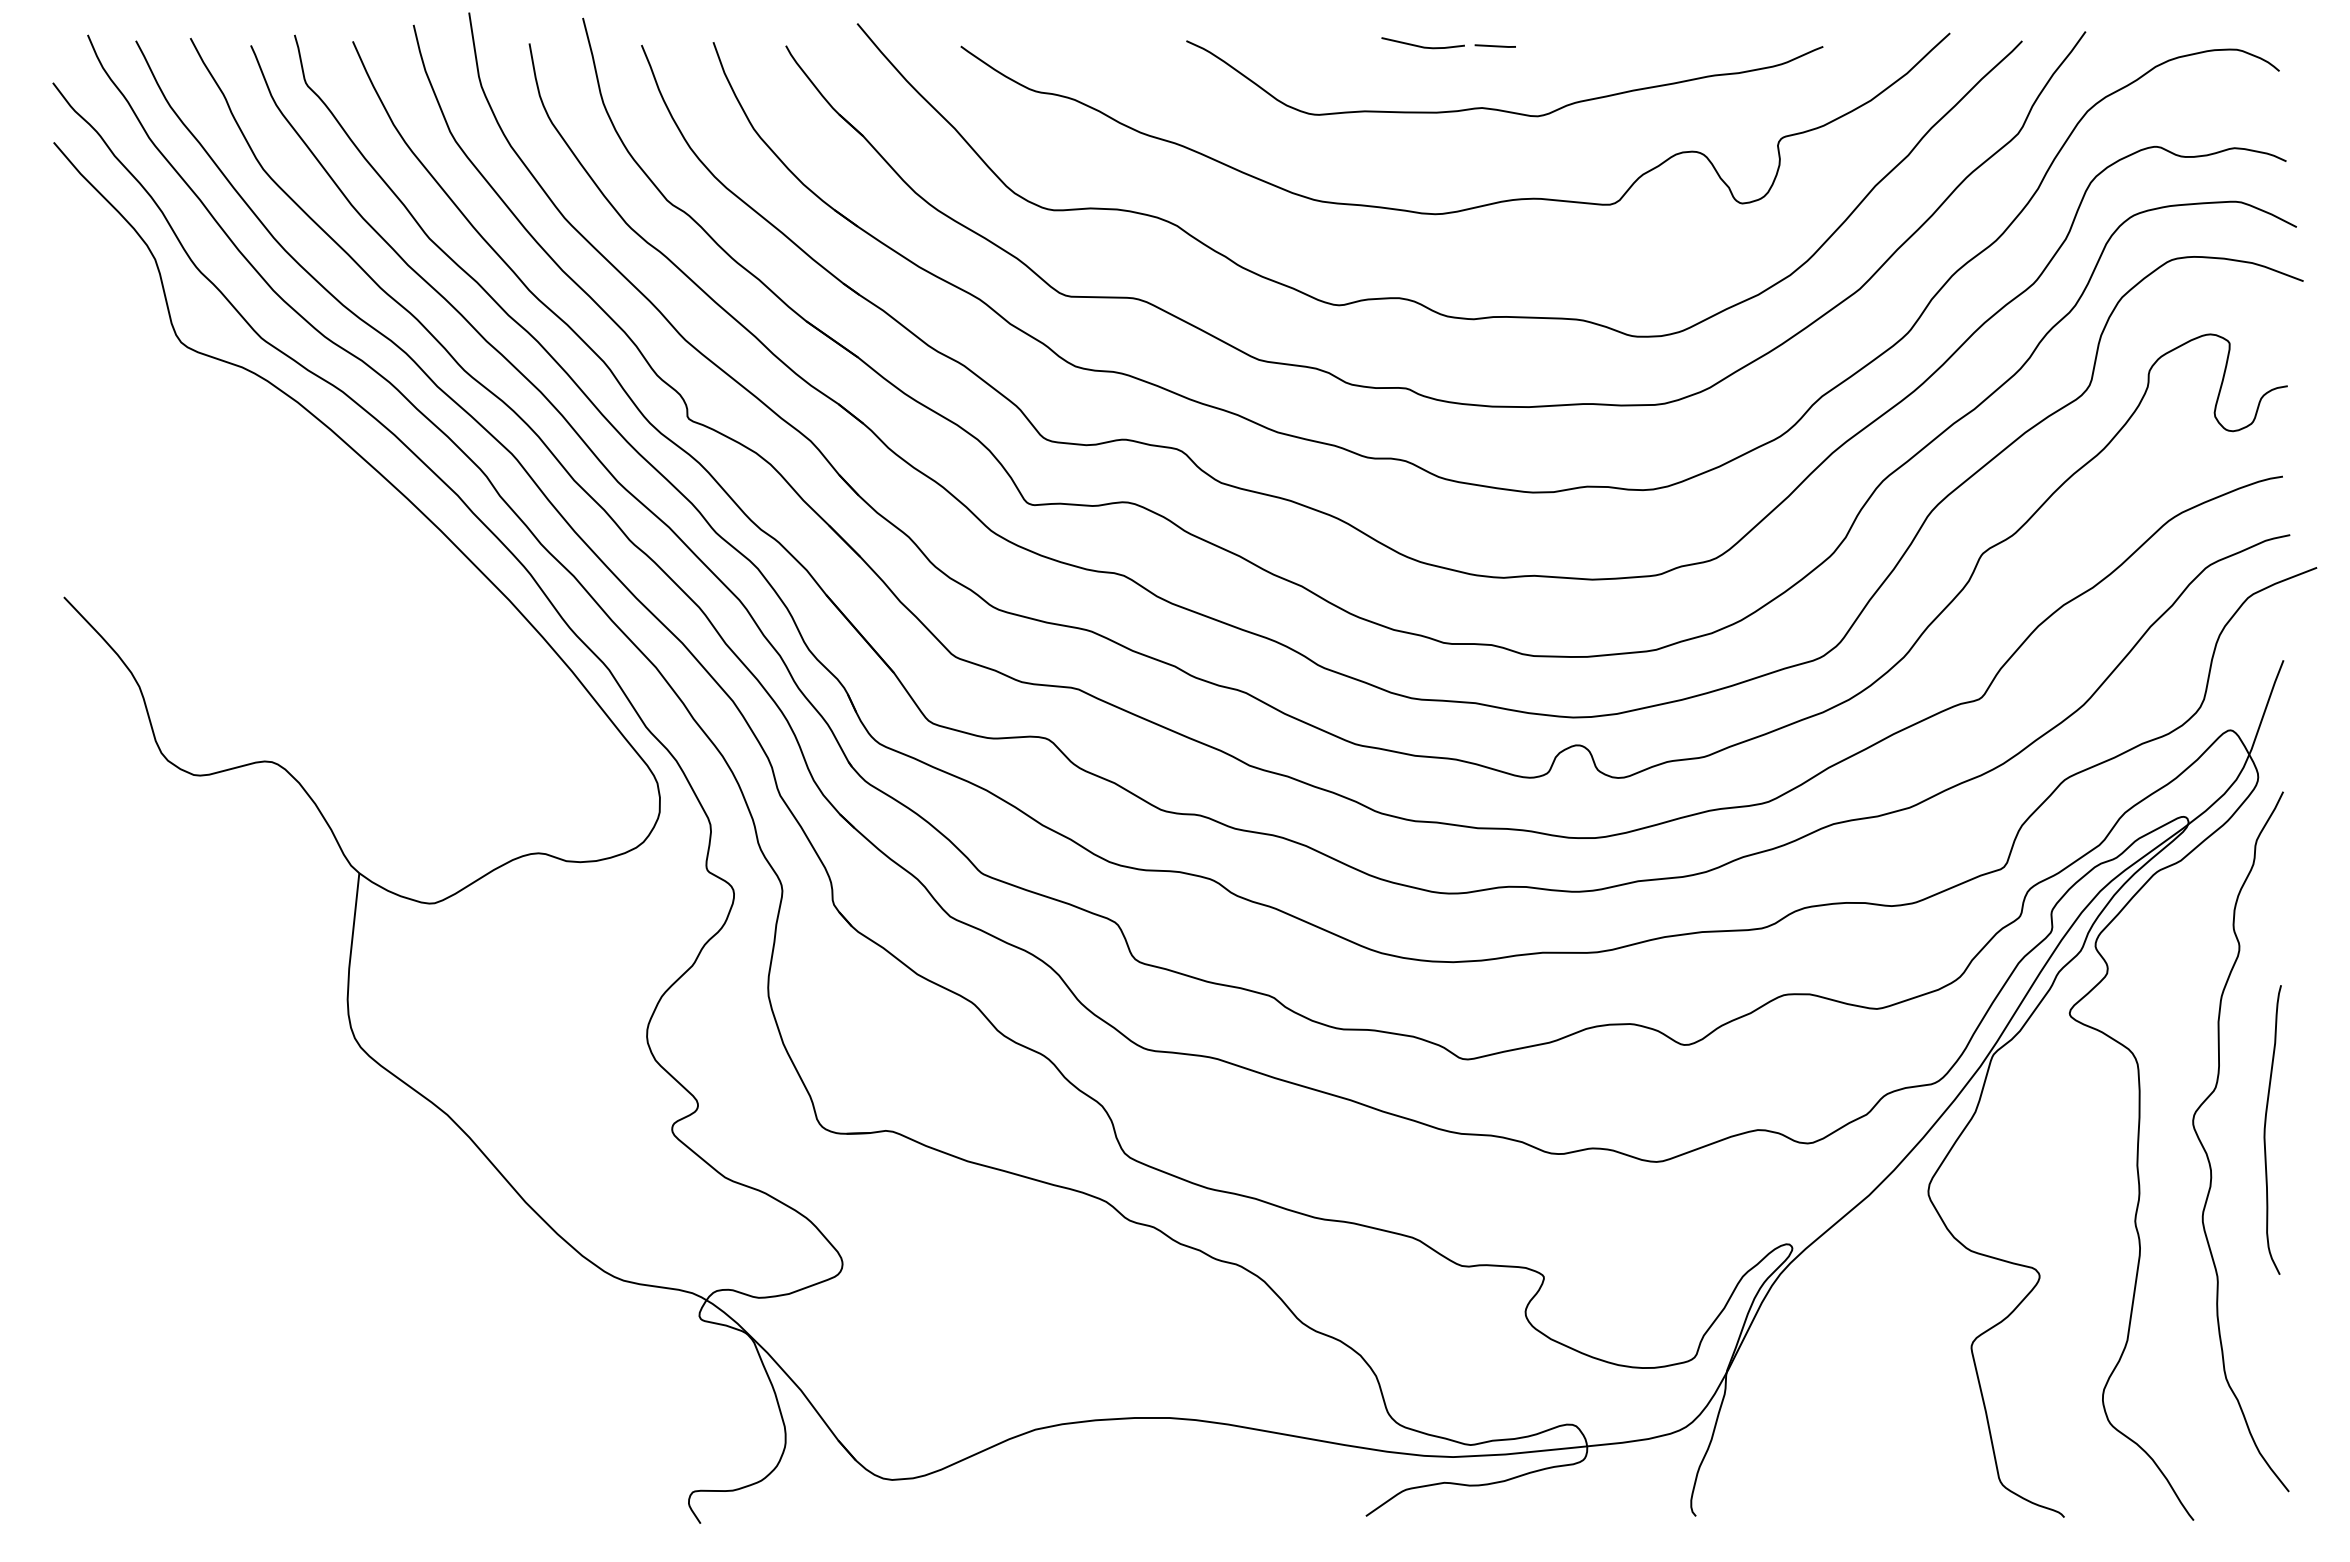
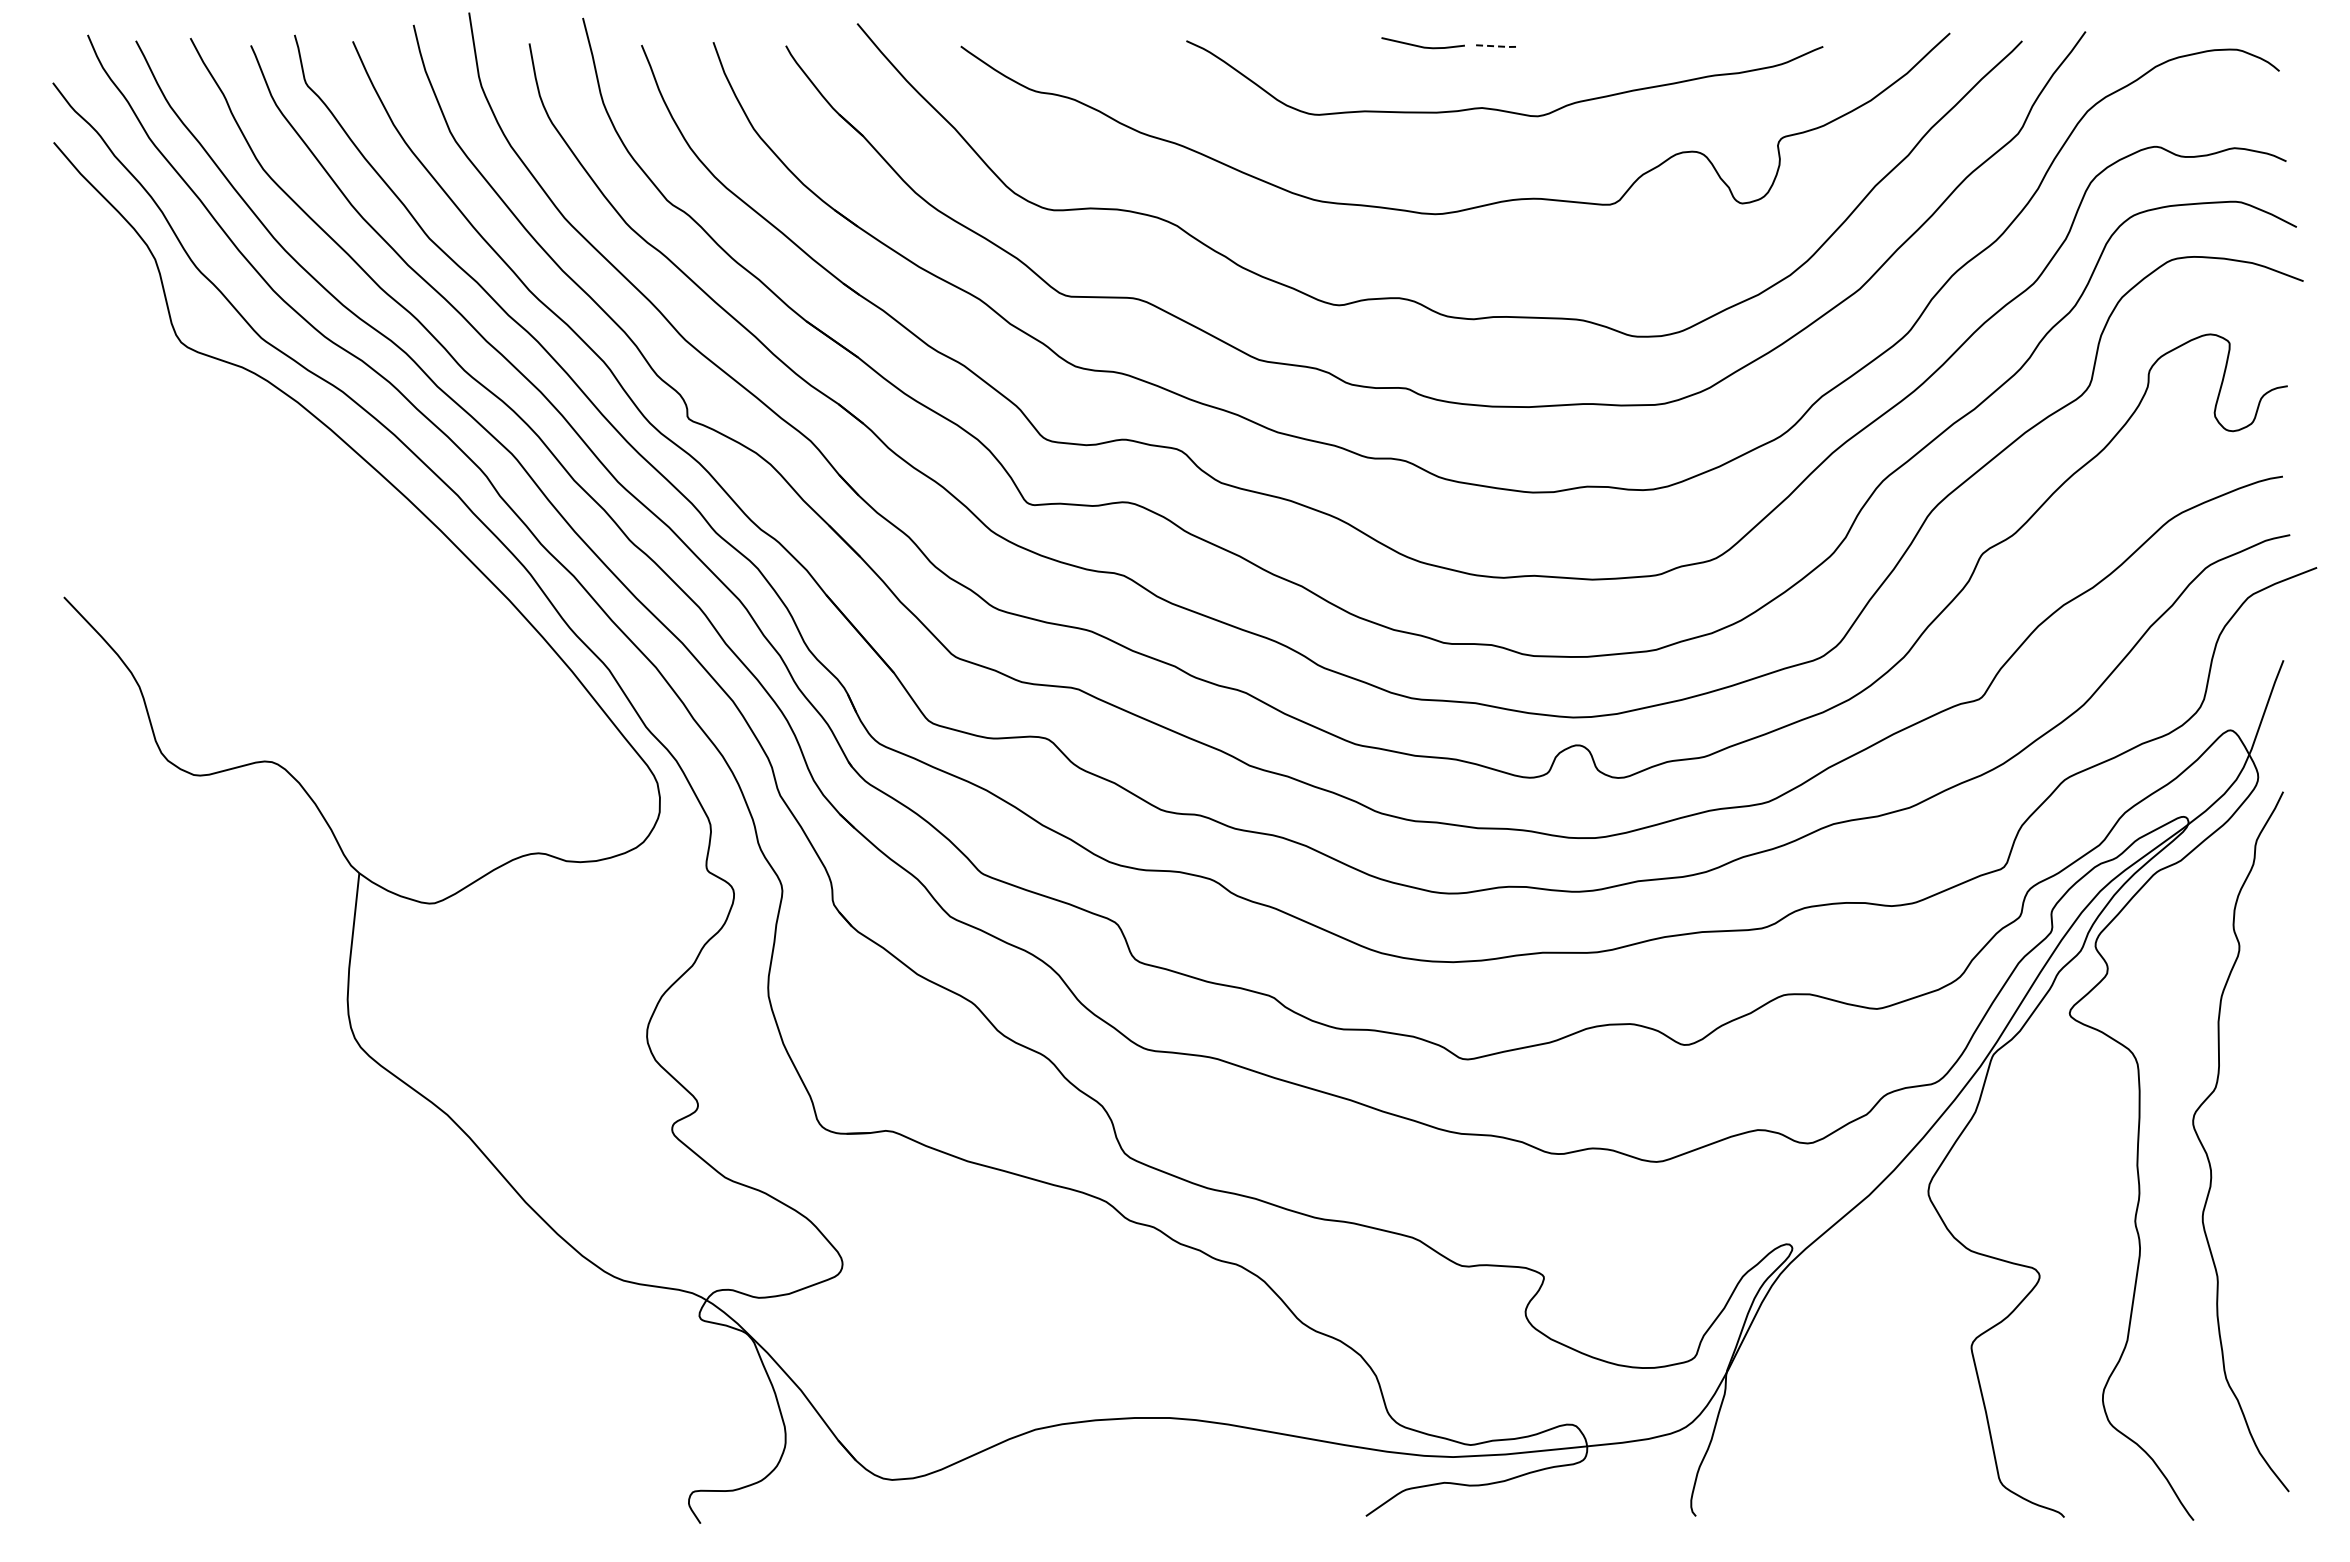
line at (1495, 46): solid -> dashed
curve at (2265, 1129): present -> none
